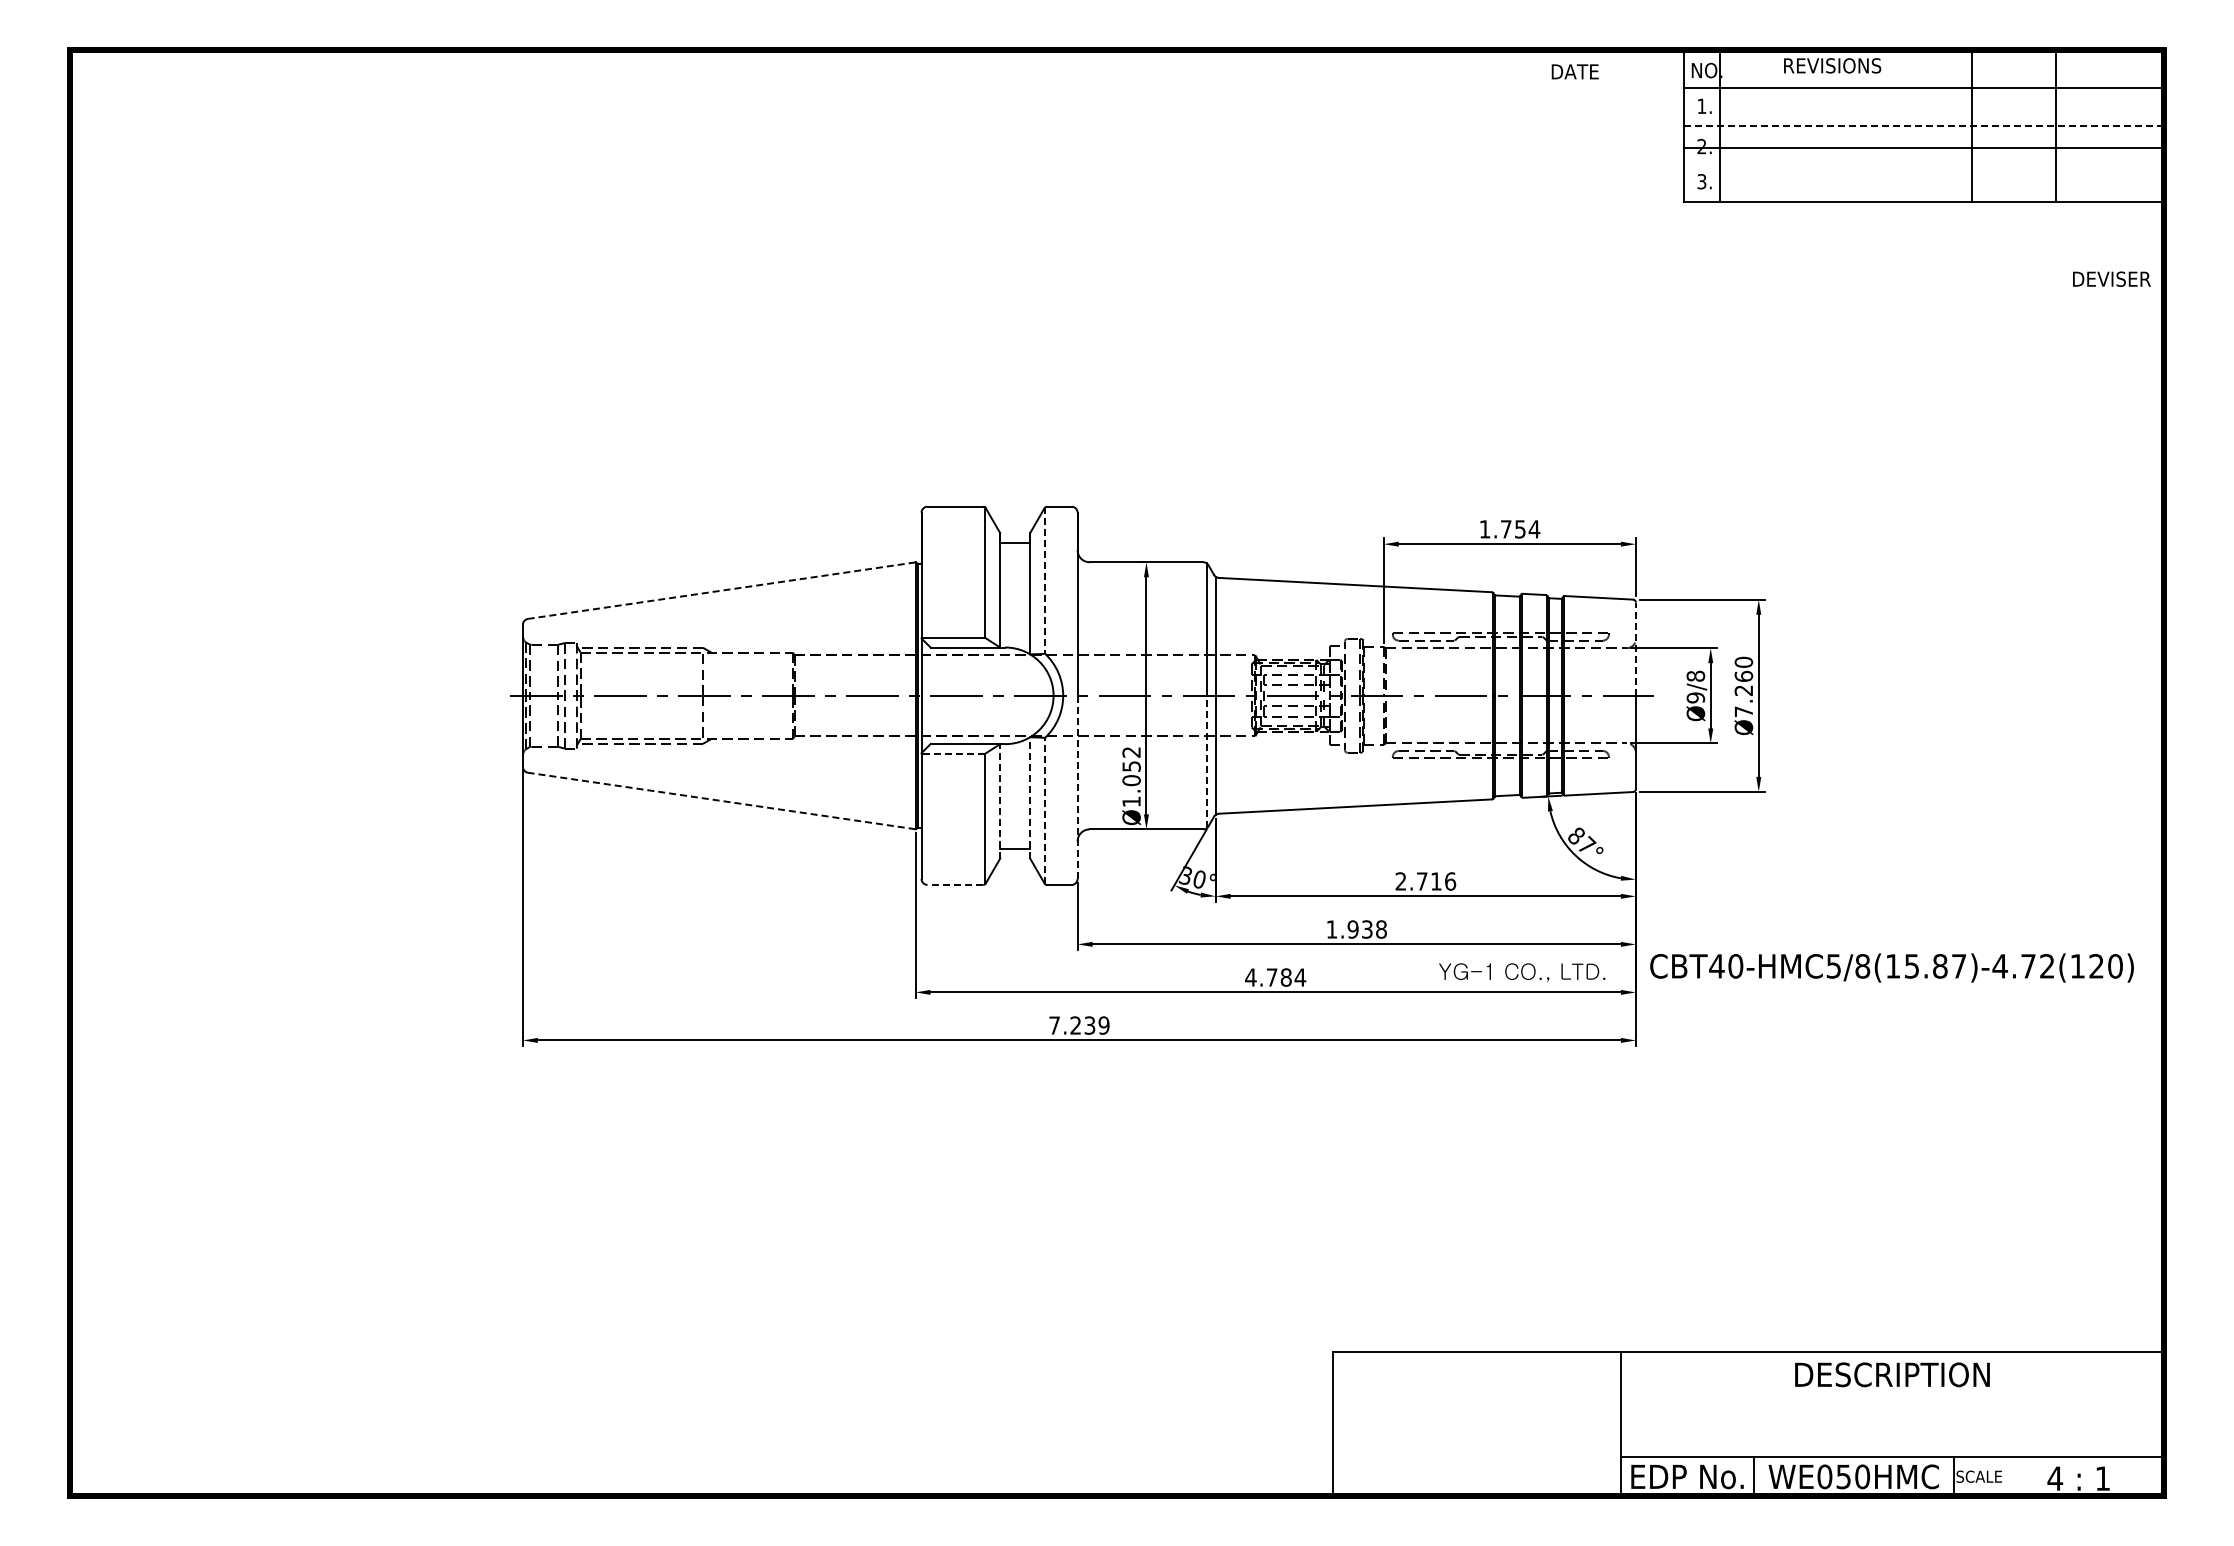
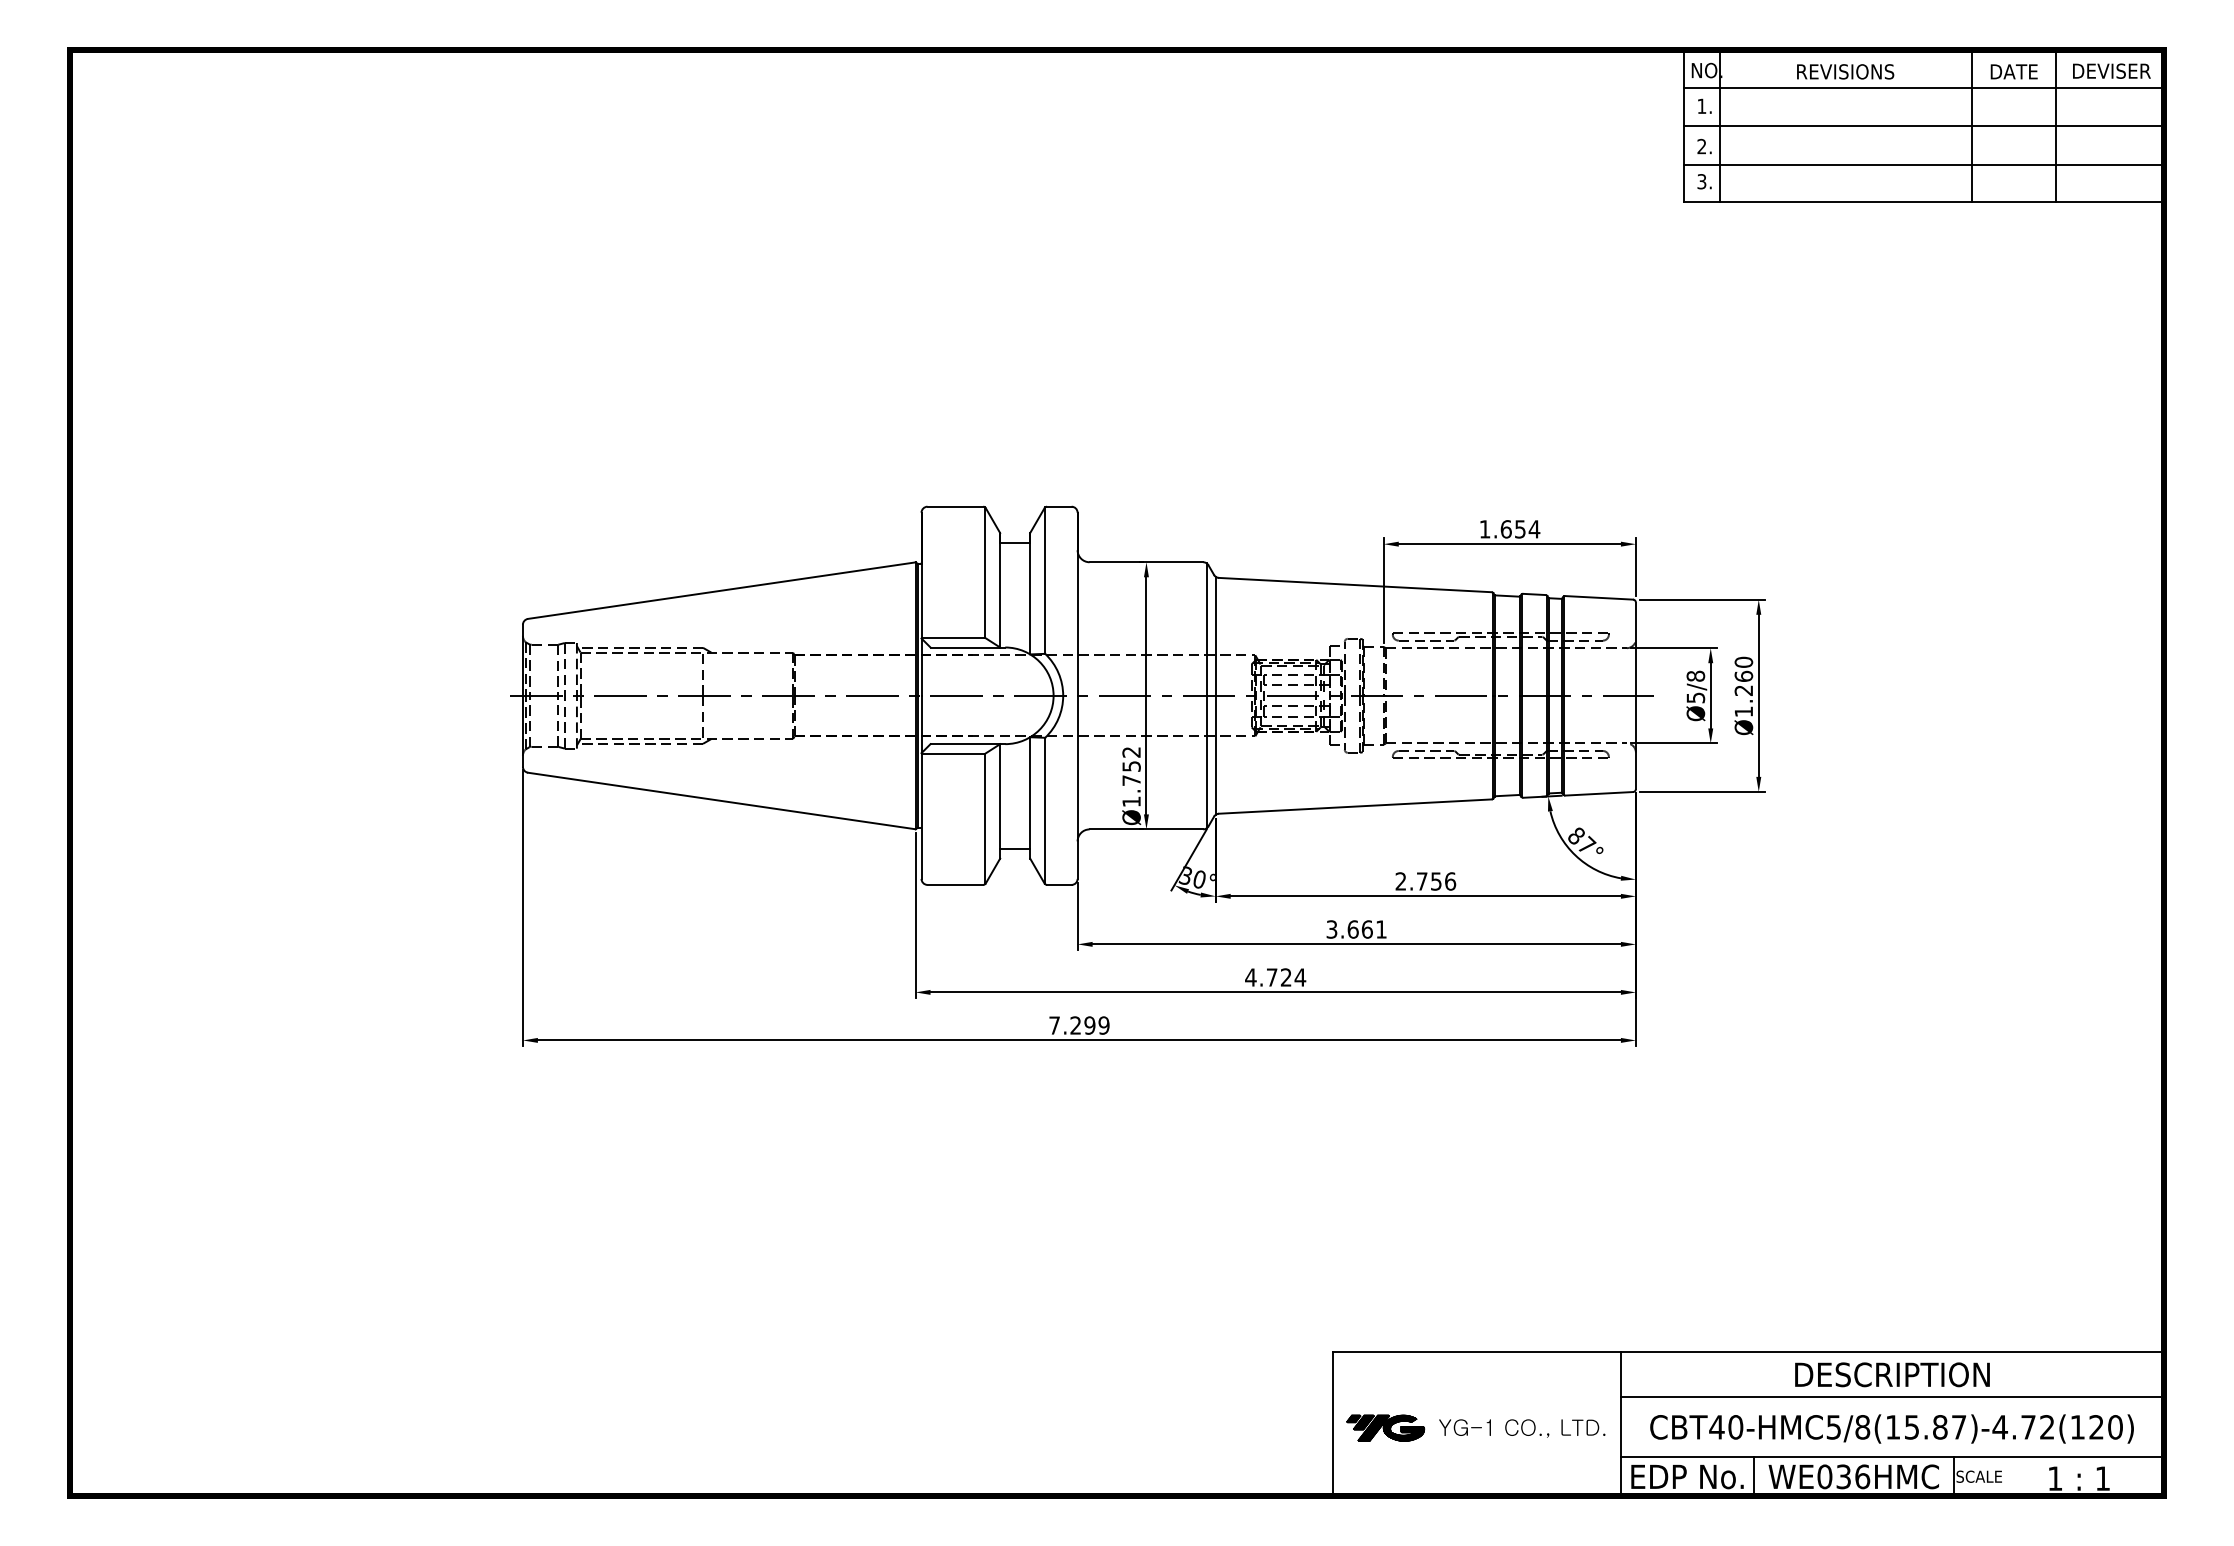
text at (1832, 65) position: (1832, 65) -> (1845, 71)
text at (1574, 71) position: (1574, 71) -> (2013, 71)
line at (1924, 126): dashed -> solid
line at (1923, 147) position: (1923, 147) -> (1923, 164)
text at (2111, 278) position: (2111, 278) -> (2111, 70)
text at (1505, 529): 1.754 -> 1.654
line at (1045, 581): dashed -> solid
line at (721, 590): dashed -> solid
line at (1635, 649): dashed -> solid
text at (1695, 697): Ø9/8 -> Ø5/8
text at (1743, 711): Ø7.260 -> Ø1.260
line at (953, 753): dashed -> solid
line at (1206, 761): dashed -> solid
text at (1131, 780): Ø1.052 -> Ø1.752
line at (1077, 787): dashed -> solid
line at (1030, 797): dashed -> solid
line at (1000, 800): dashed -> solid
line at (721, 801): dashed -> solid
line at (1045, 810): dashed -> solid
text at (1436, 881): 2.716 -> 2.756
line at (955, 884): dashed -> solid
text at (1356, 929): 1.938 -> 3.661
text at (1891, 967) position: (1891, 967) -> (1891, 1428)
text at (1522, 972) position: (1522, 972) -> (1522, 1428)
text at (1285, 977): 4.784 -> 4.724
text at (1089, 1025): 7.239 -> 7.299
line at (1892, 1397): none -> present
part at (1385, 1427): none -> present
text at (1853, 1476): WE050HMC -> WE036HMC
text at (2055, 1478): 4 -> 1
